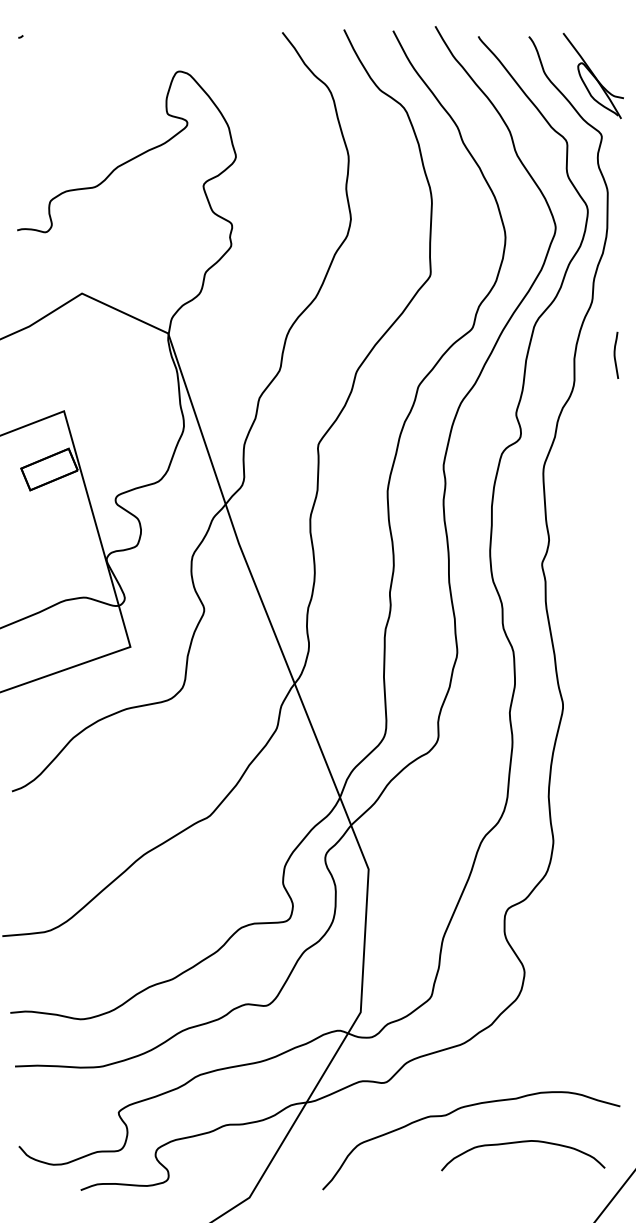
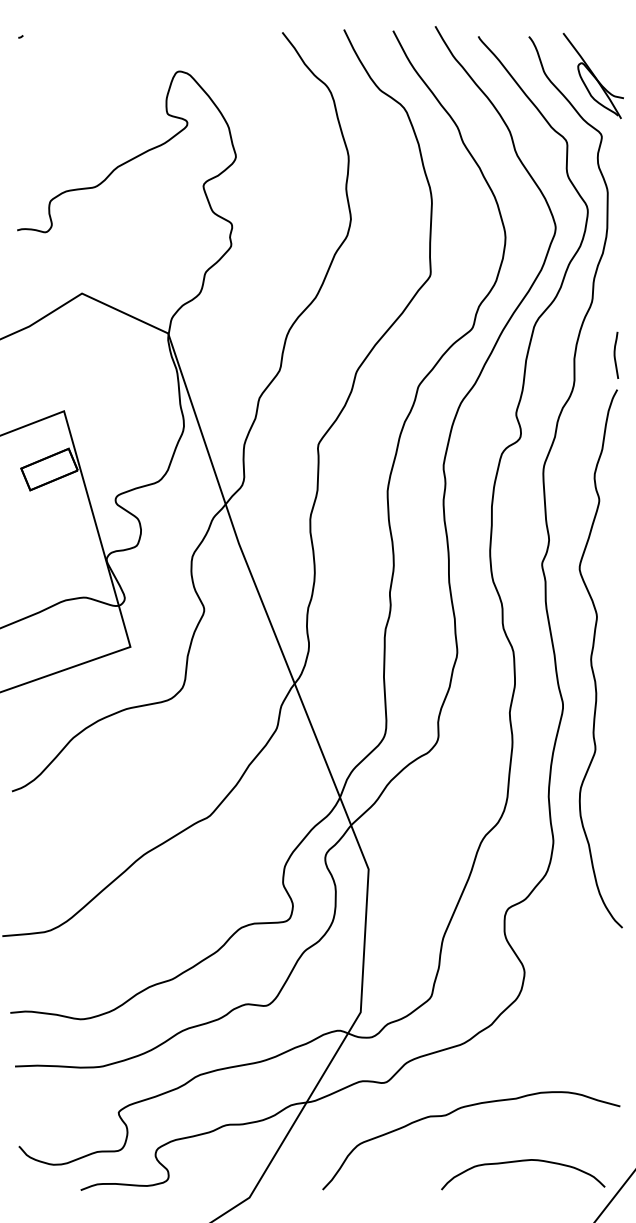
curve at (592, 658): none -> present
curve at (523, 1142) position: (523, 1142) -> (523, 1161)
